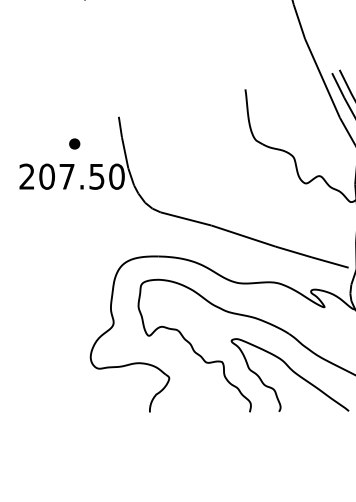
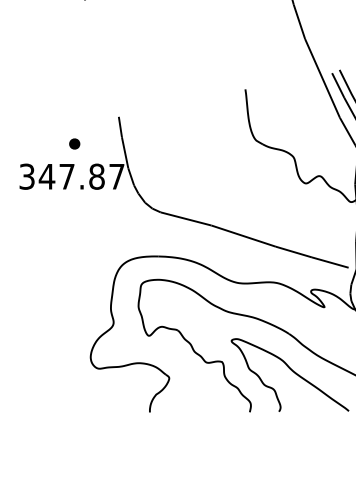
text at (71, 176): 207.50 -> 347.87
